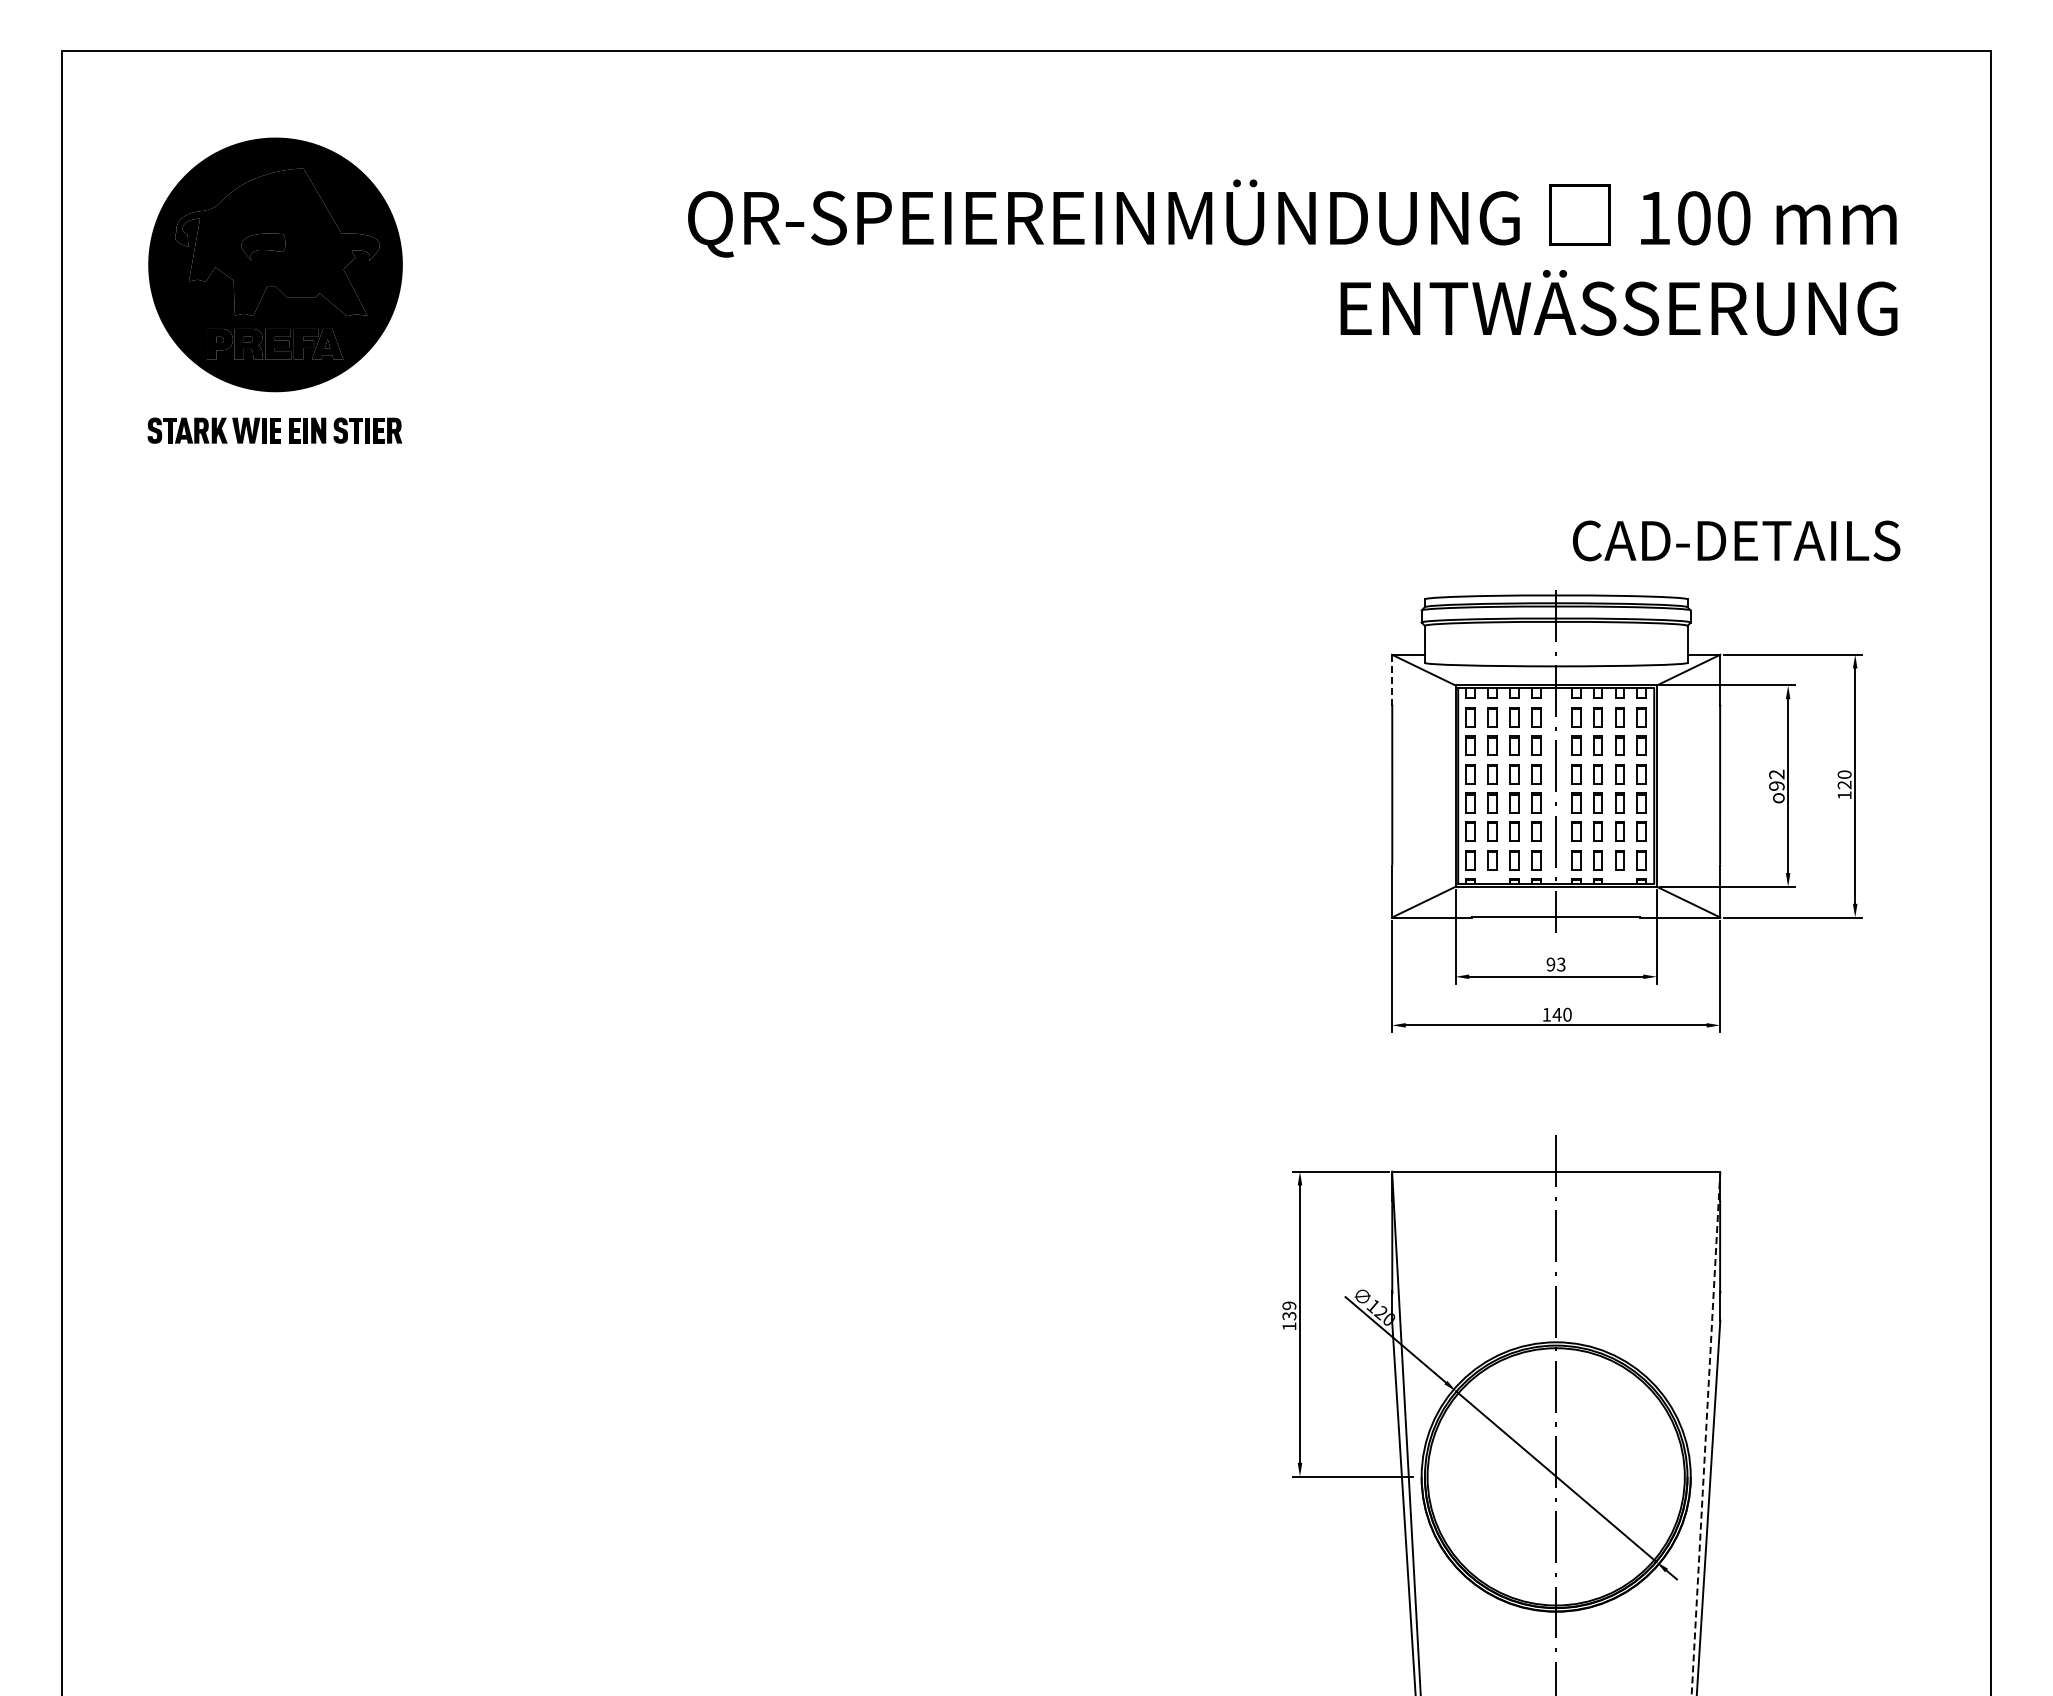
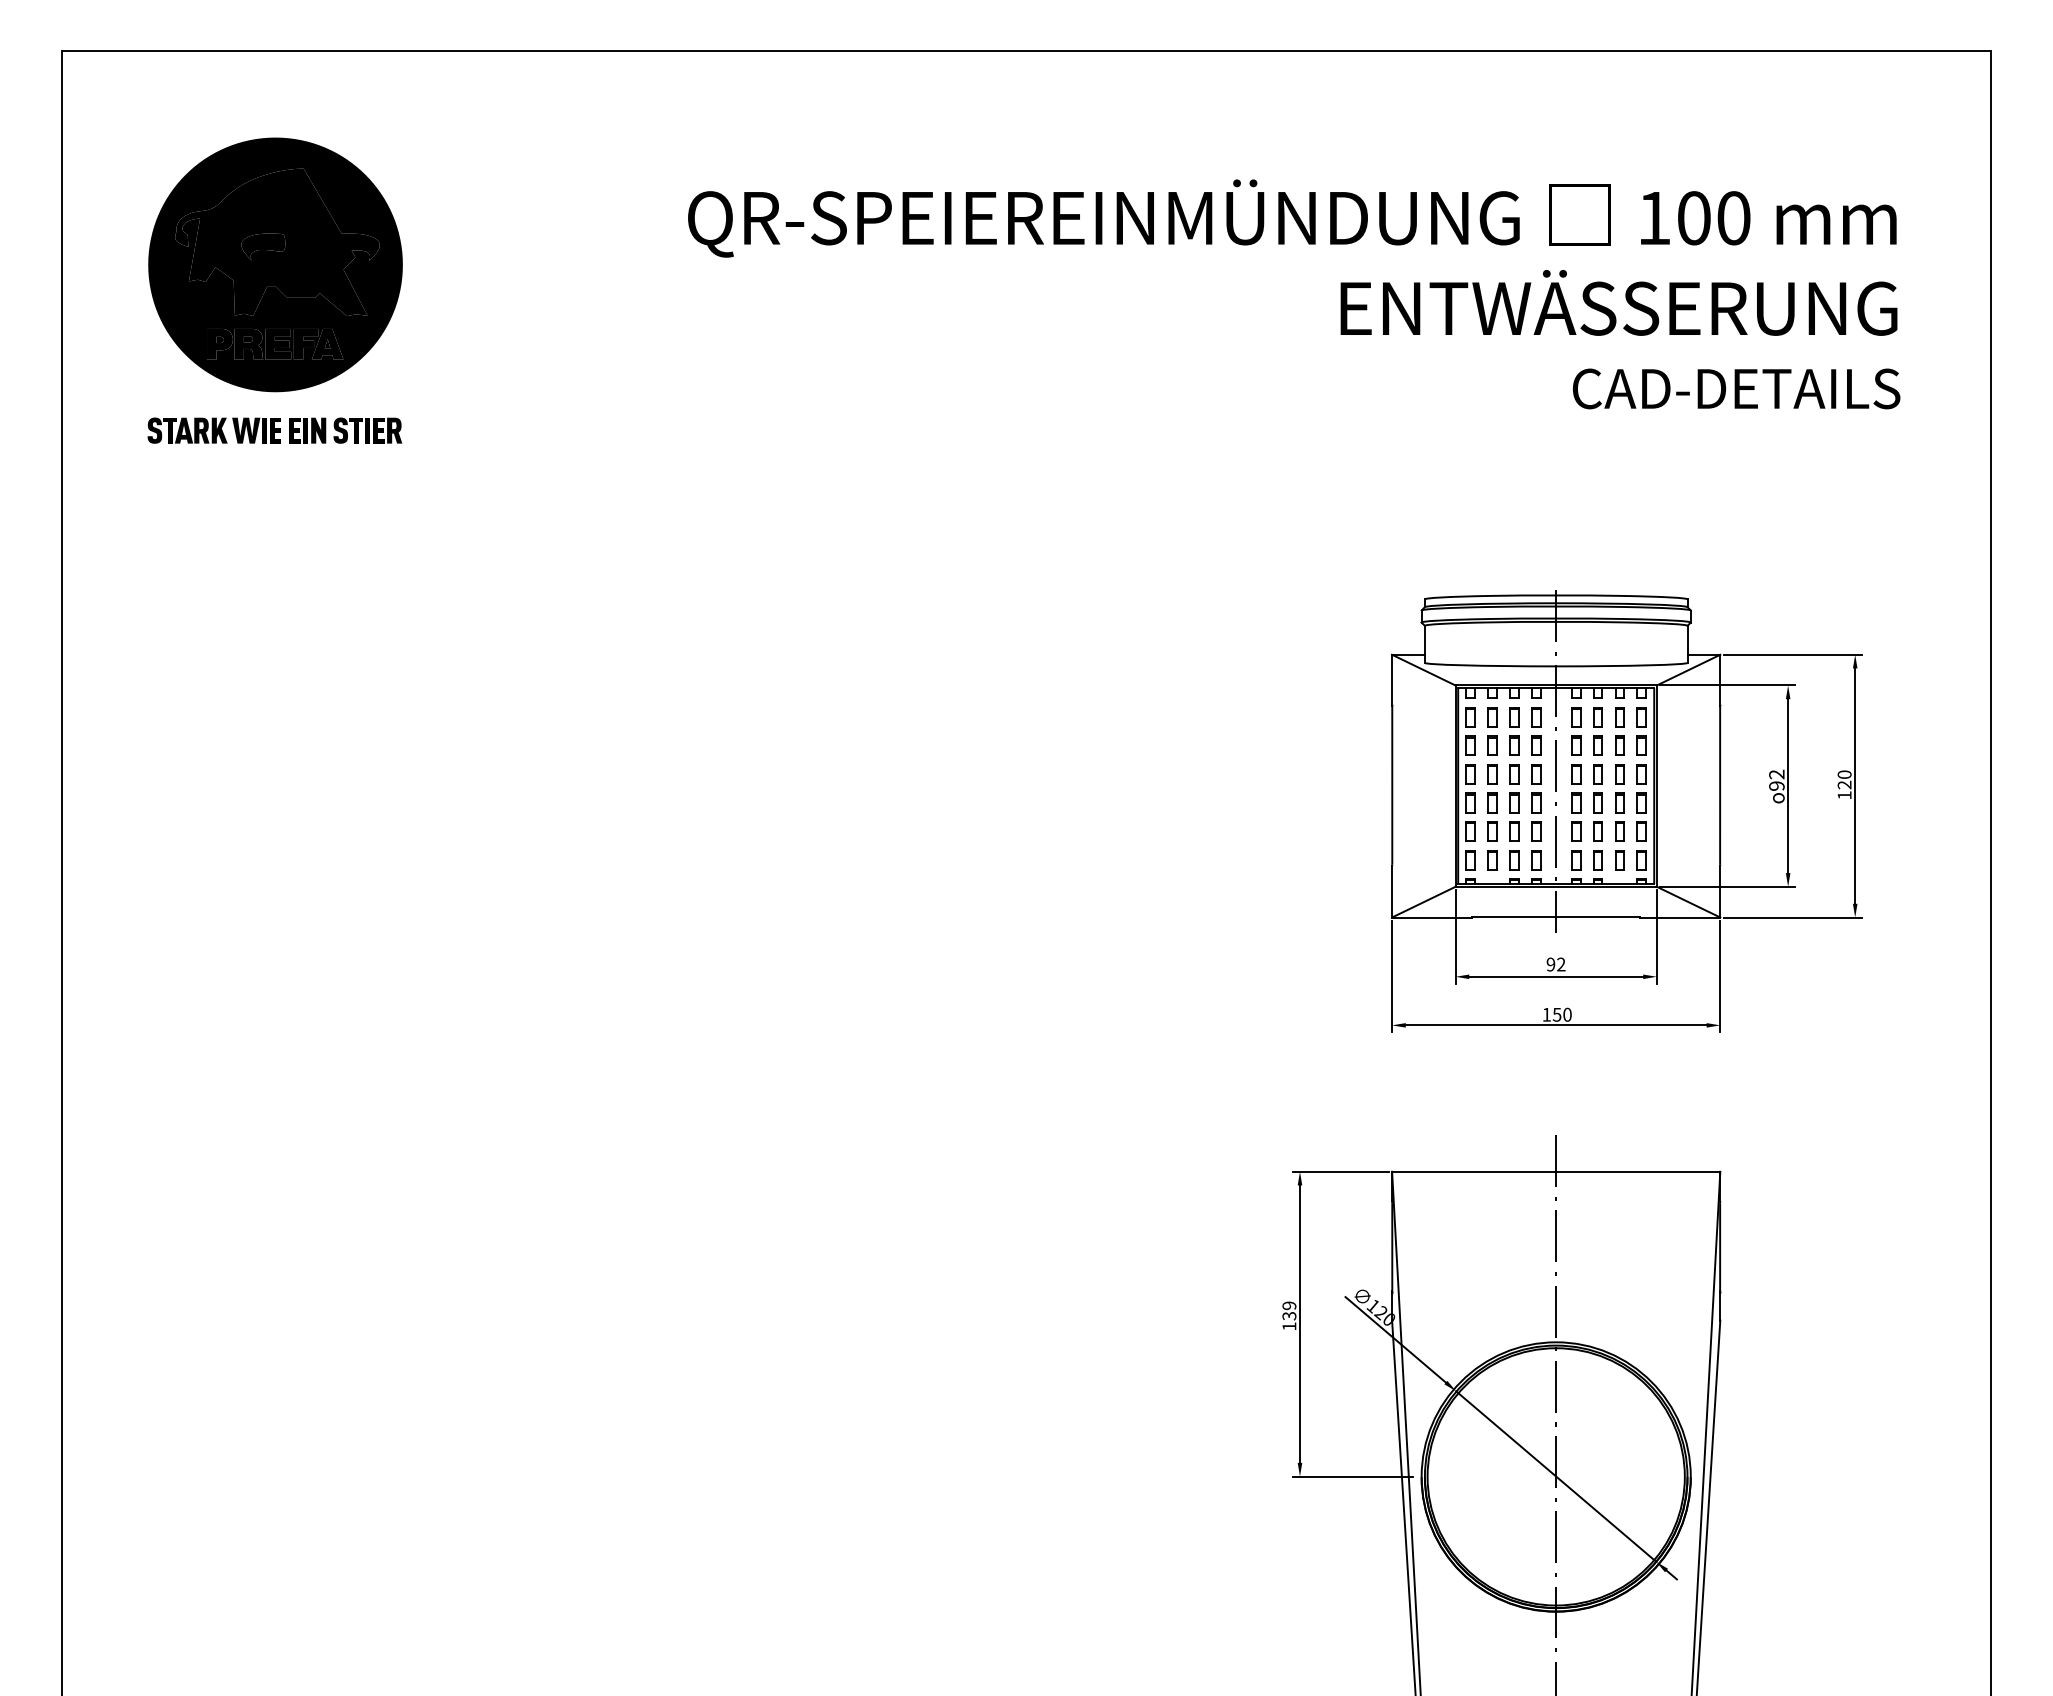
text at (1736, 540) position: (1736, 540) -> (1736, 388)
line at (1392, 680): dashed -> solid
text at (1561, 964): 93 -> 92
text at (1556, 1014): 140 -> 150
line at (1706, 1433): dashed -> solid
